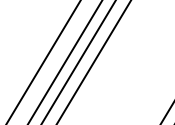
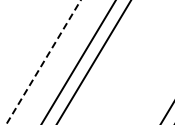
line at (65, 61): present -> none
line at (43, 63): solid -> dashed
